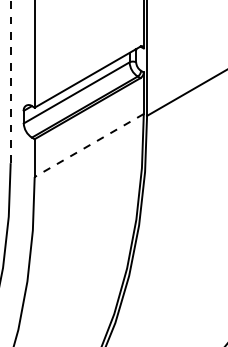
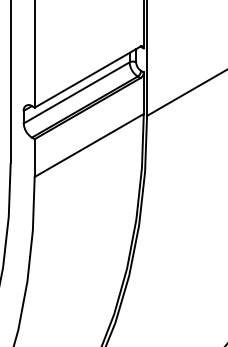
line at (10, 81): dashed -> solid
line at (89, 145): dashed -> solid
